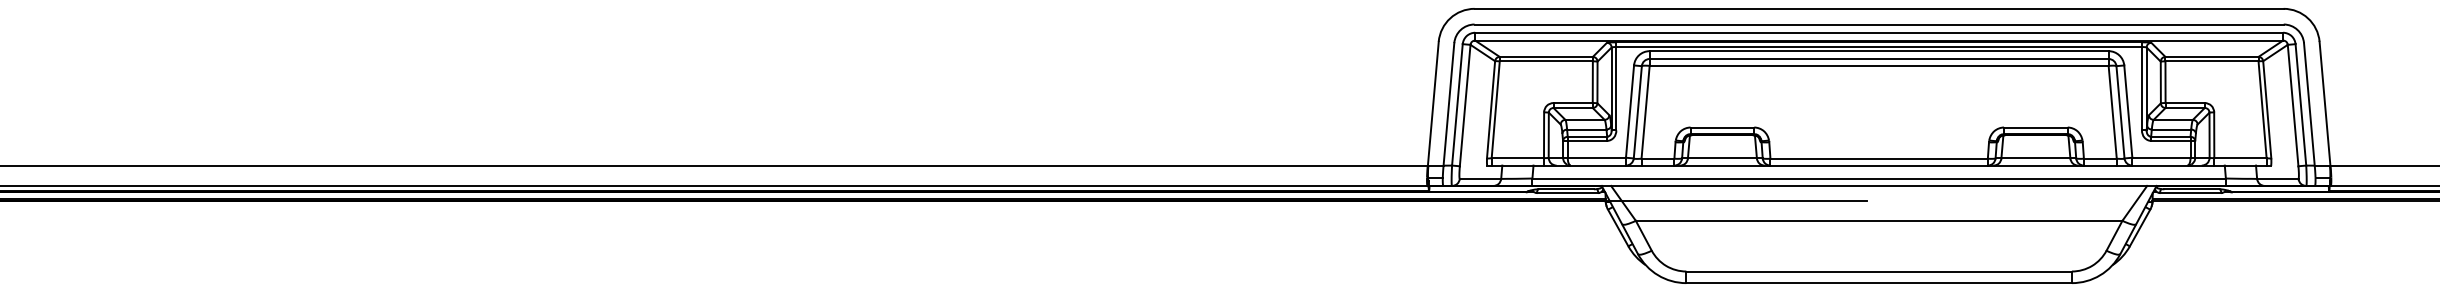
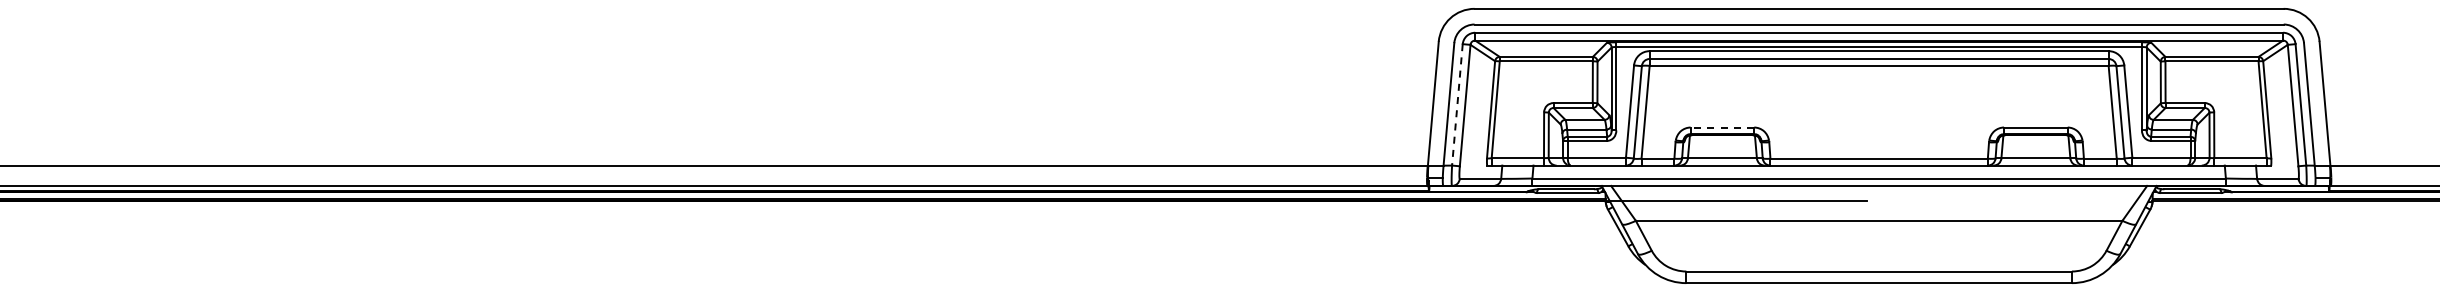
line at (1457, 104): solid -> dashed
line at (1722, 127): solid -> dashed
